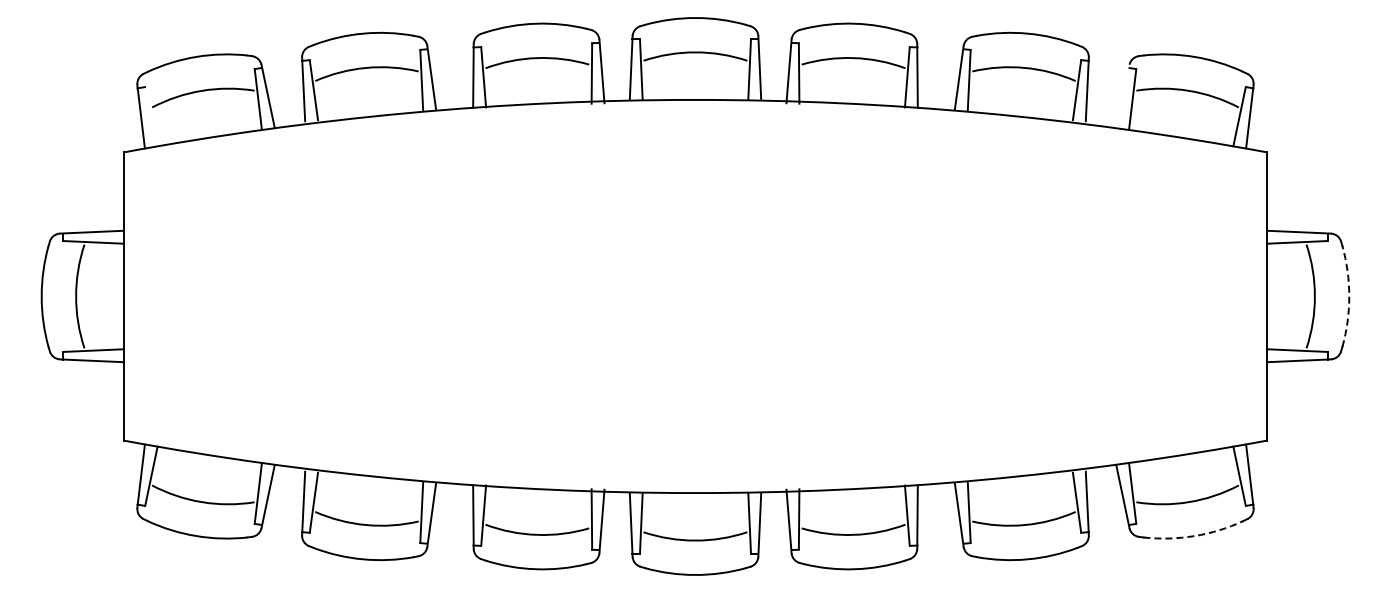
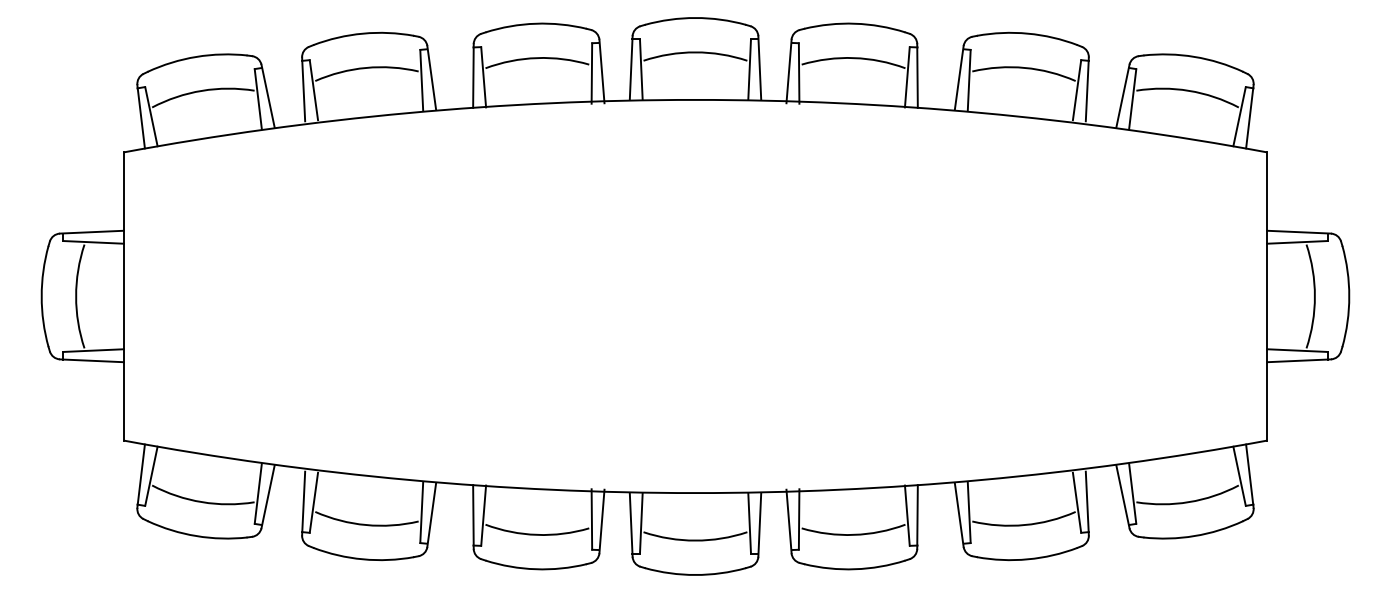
line at (1122, 95): none -> present
line at (151, 116): none -> present
arc at (1349, 296): dashed -> solid
arc at (1194, 536): dashed -> solid
